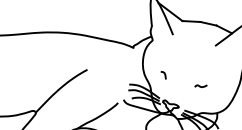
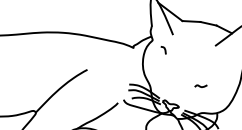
curve at (164, 75) position: (164, 75) -> (164, 50)
